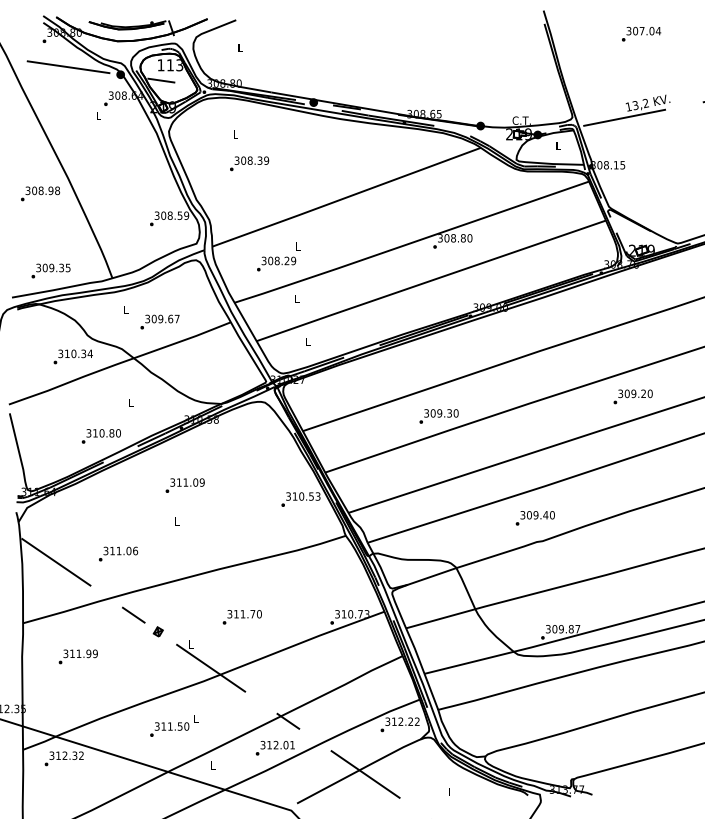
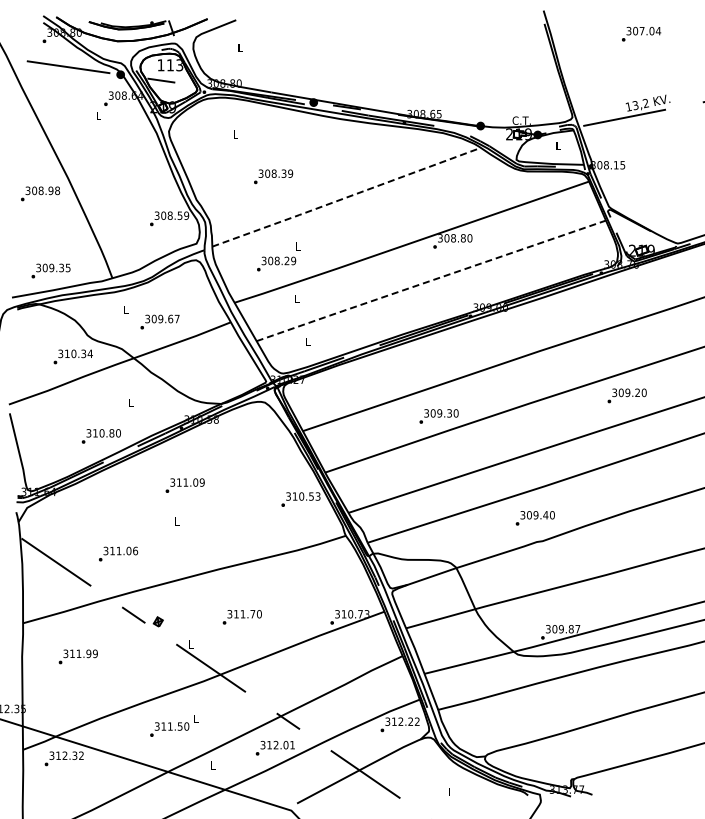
text at (249, 163) position: (249, 163) -> (273, 176)
line at (346, 197): solid -> dashed
line at (430, 280): solid -> dashed
text at (632, 396) position: (632, 396) -> (626, 395)
part at (157, 631) position: (157, 631) -> (157, 621)
